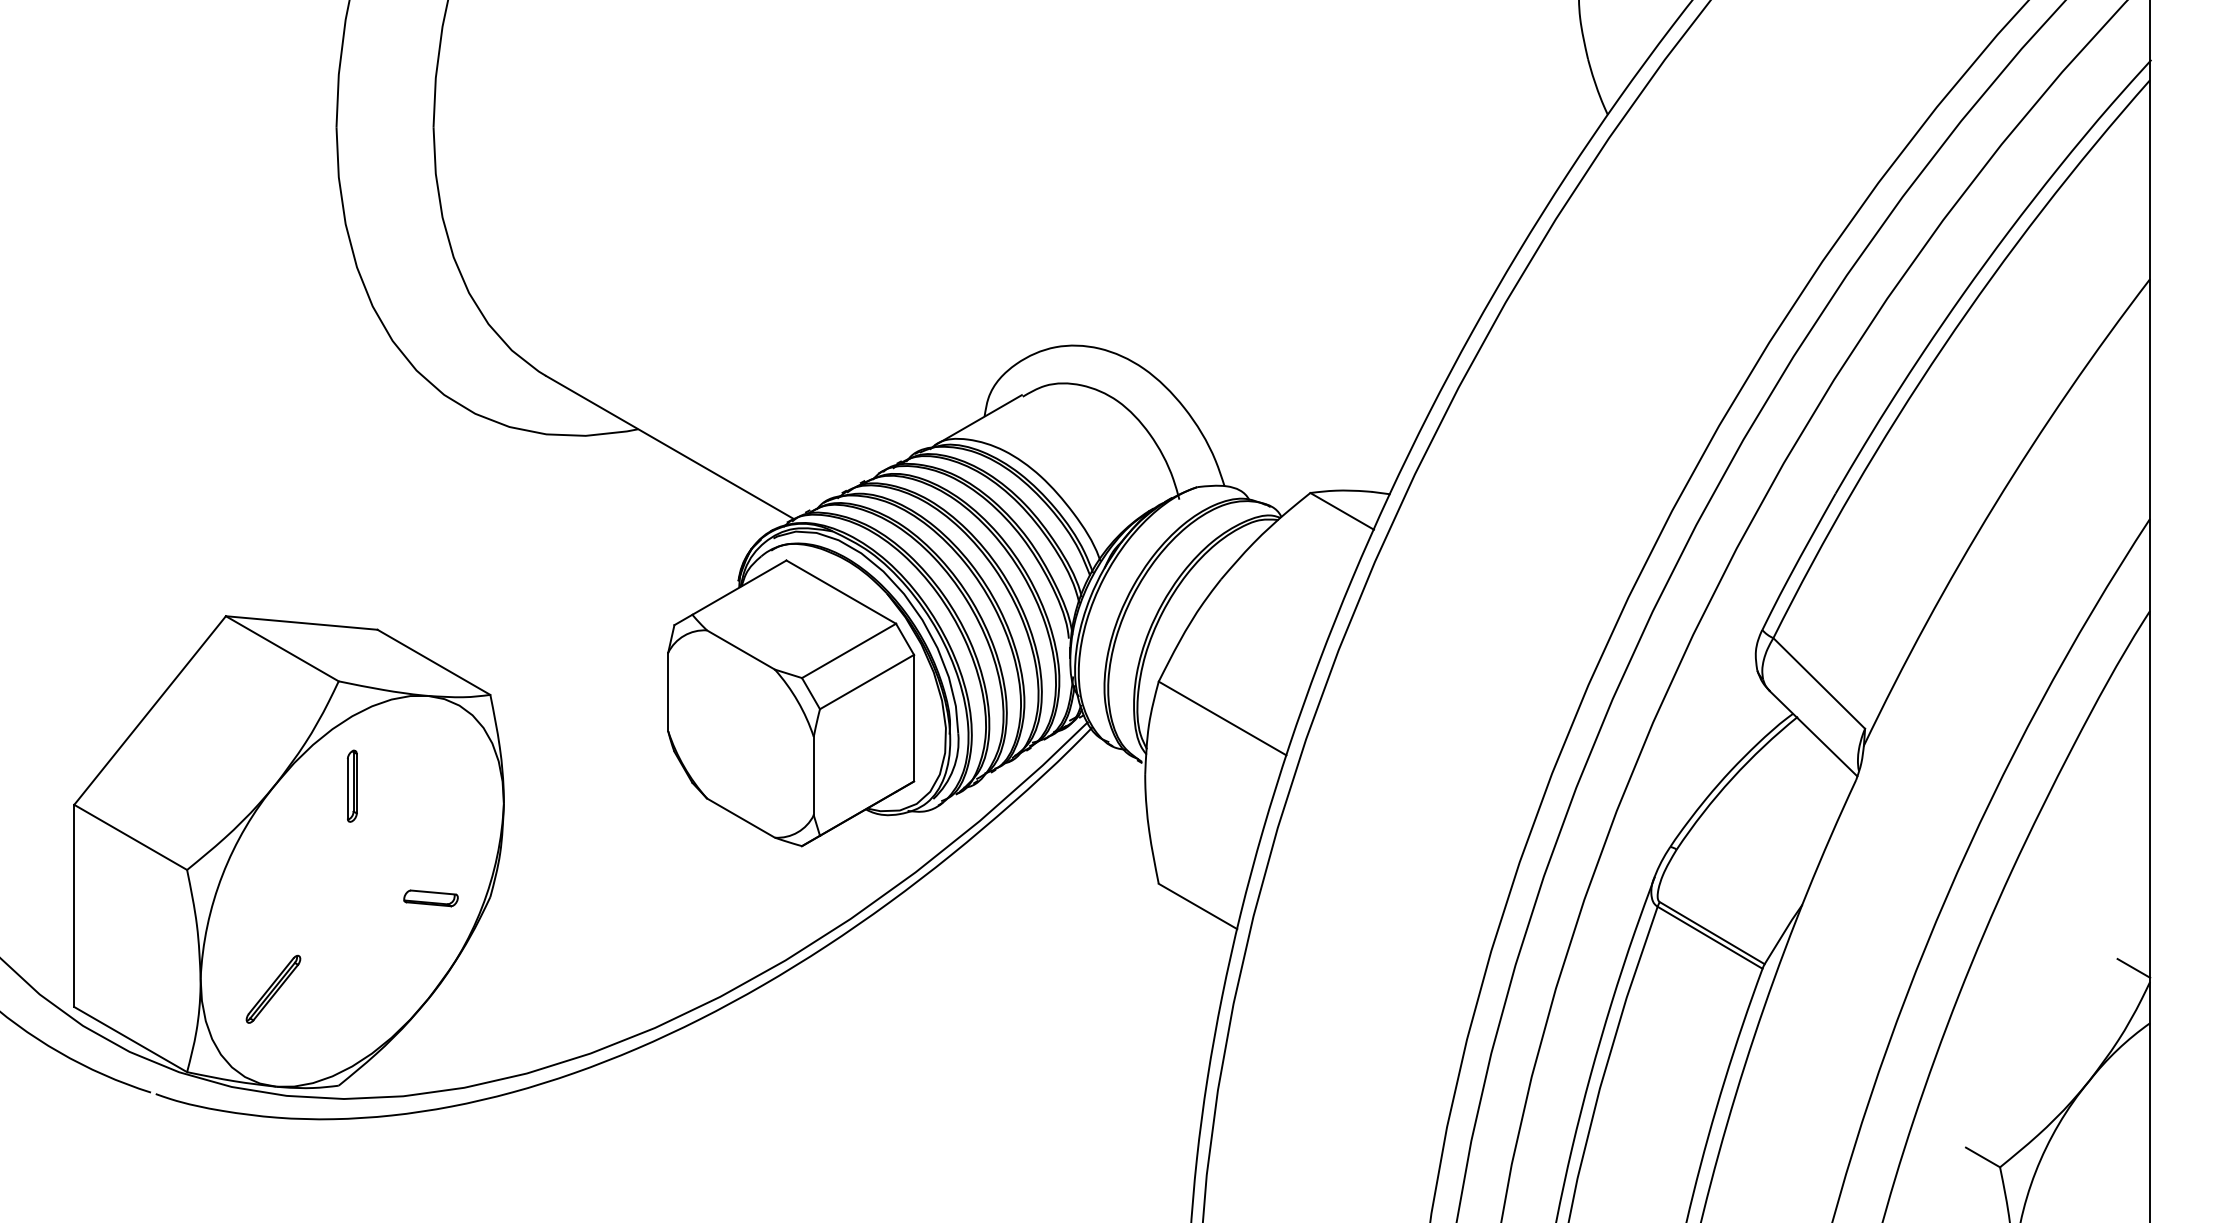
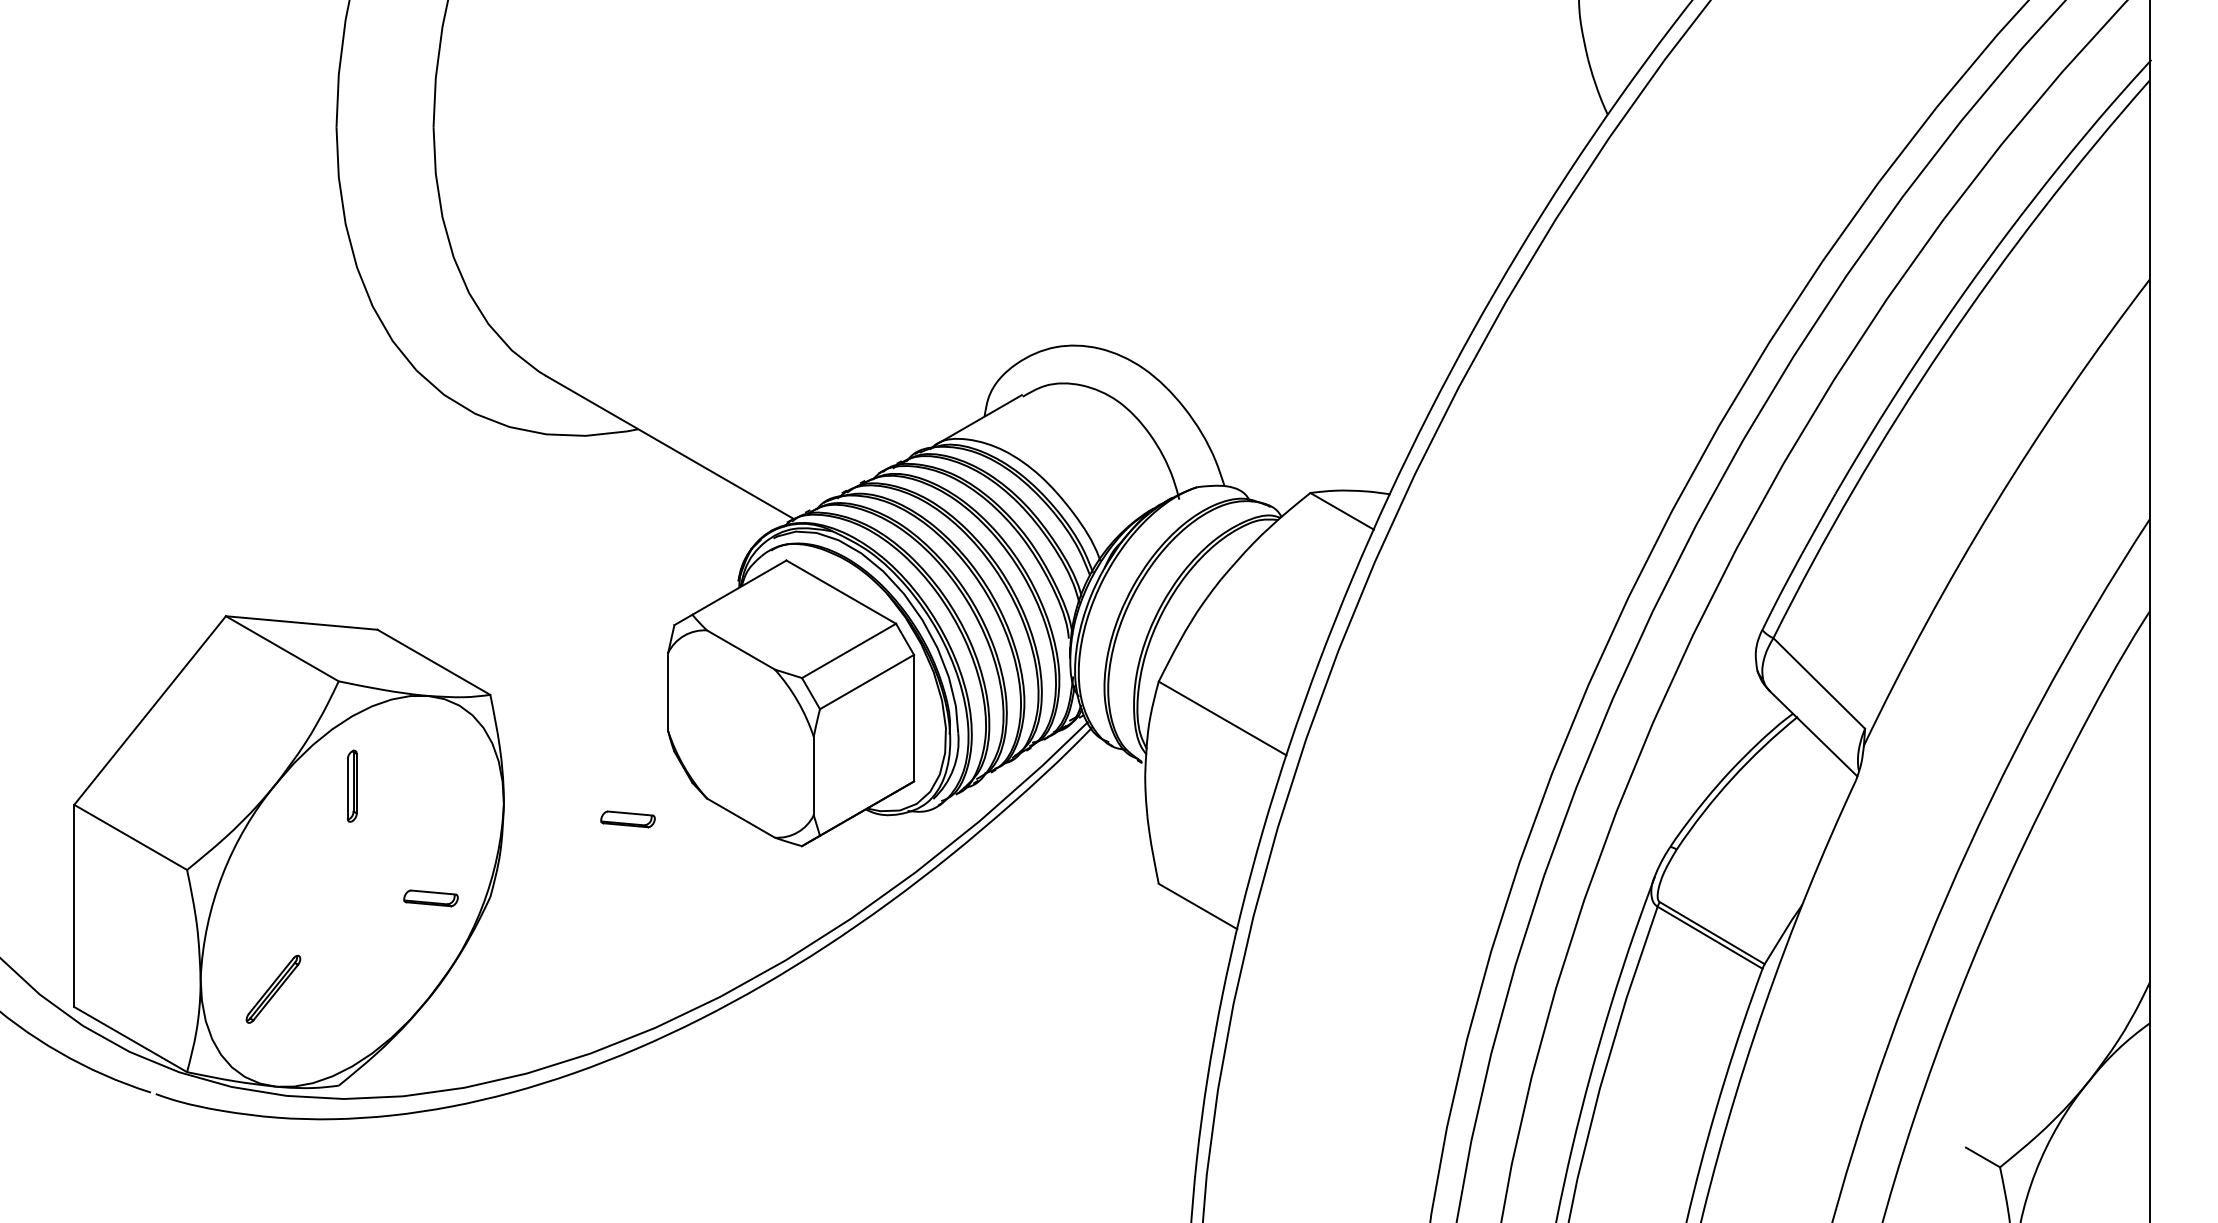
part at (627, 819): none -> present
line at (2133, 967): present -> none
